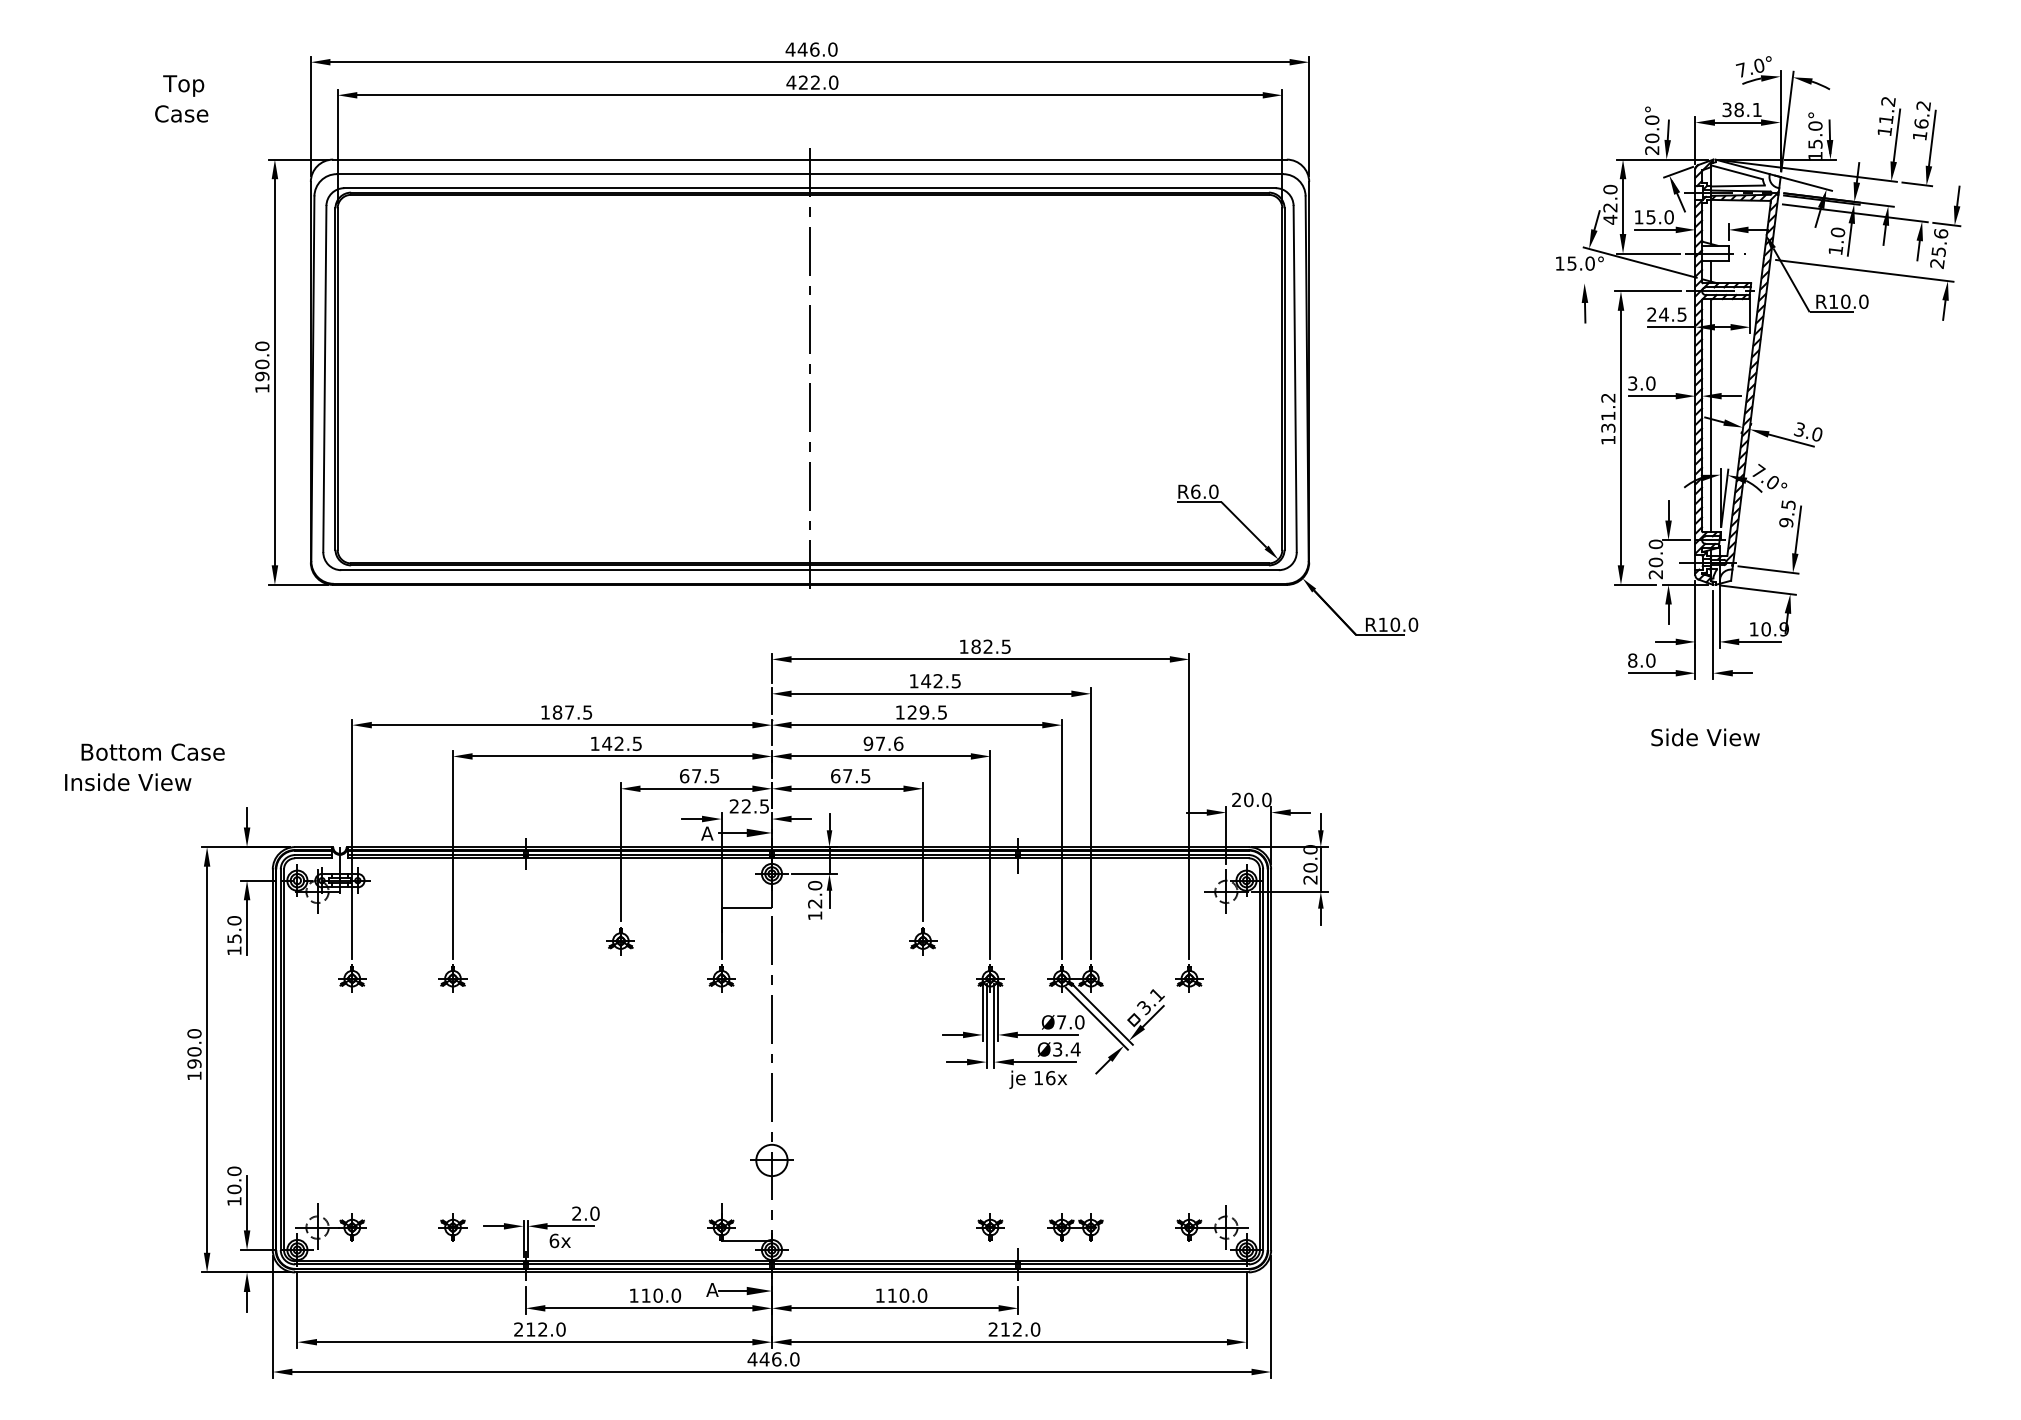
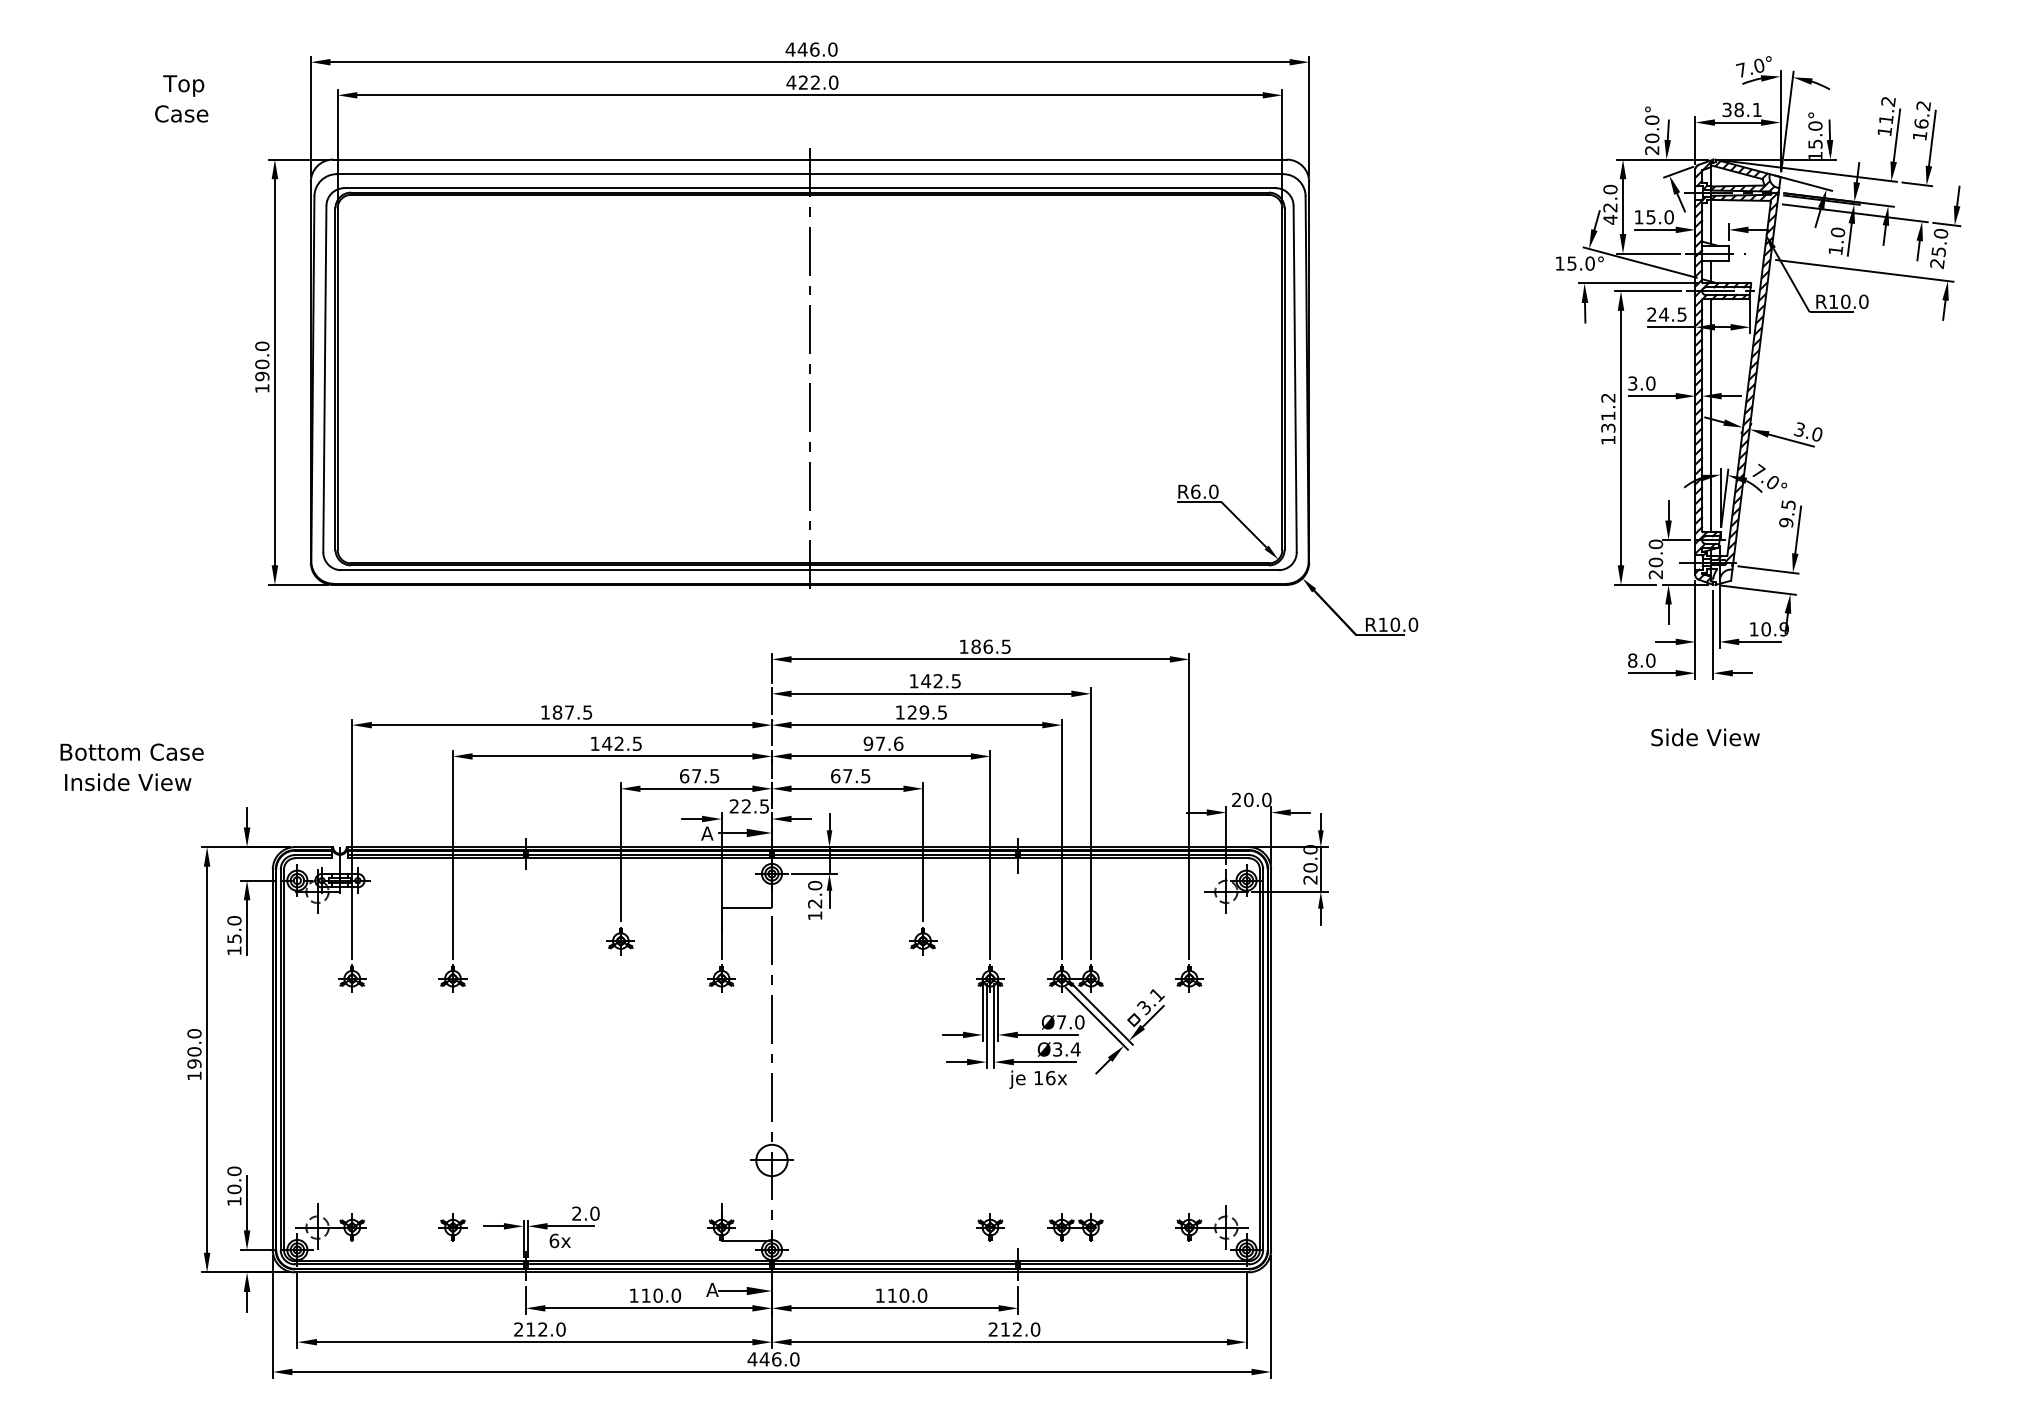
hatch at (1744, 177): none -> present
text at (1940, 233): 25.6 -> 25.0
line at (1637, 283): none -> present
text at (987, 646): 182.5 -> 186.5
text at (152, 751) position: (152, 751) -> (131, 751)
